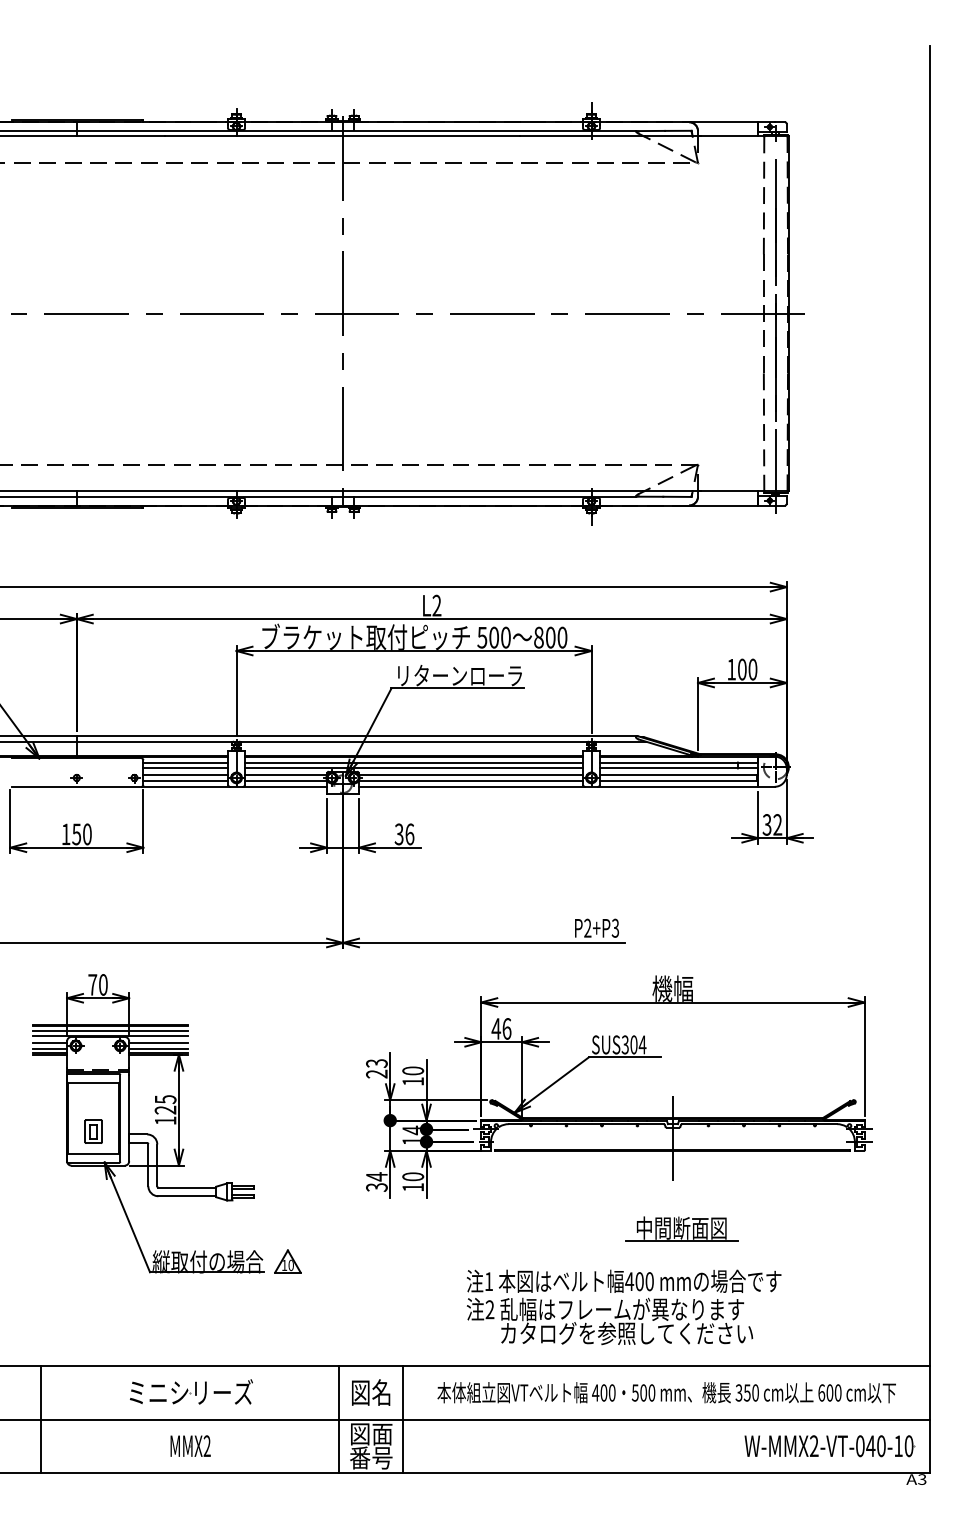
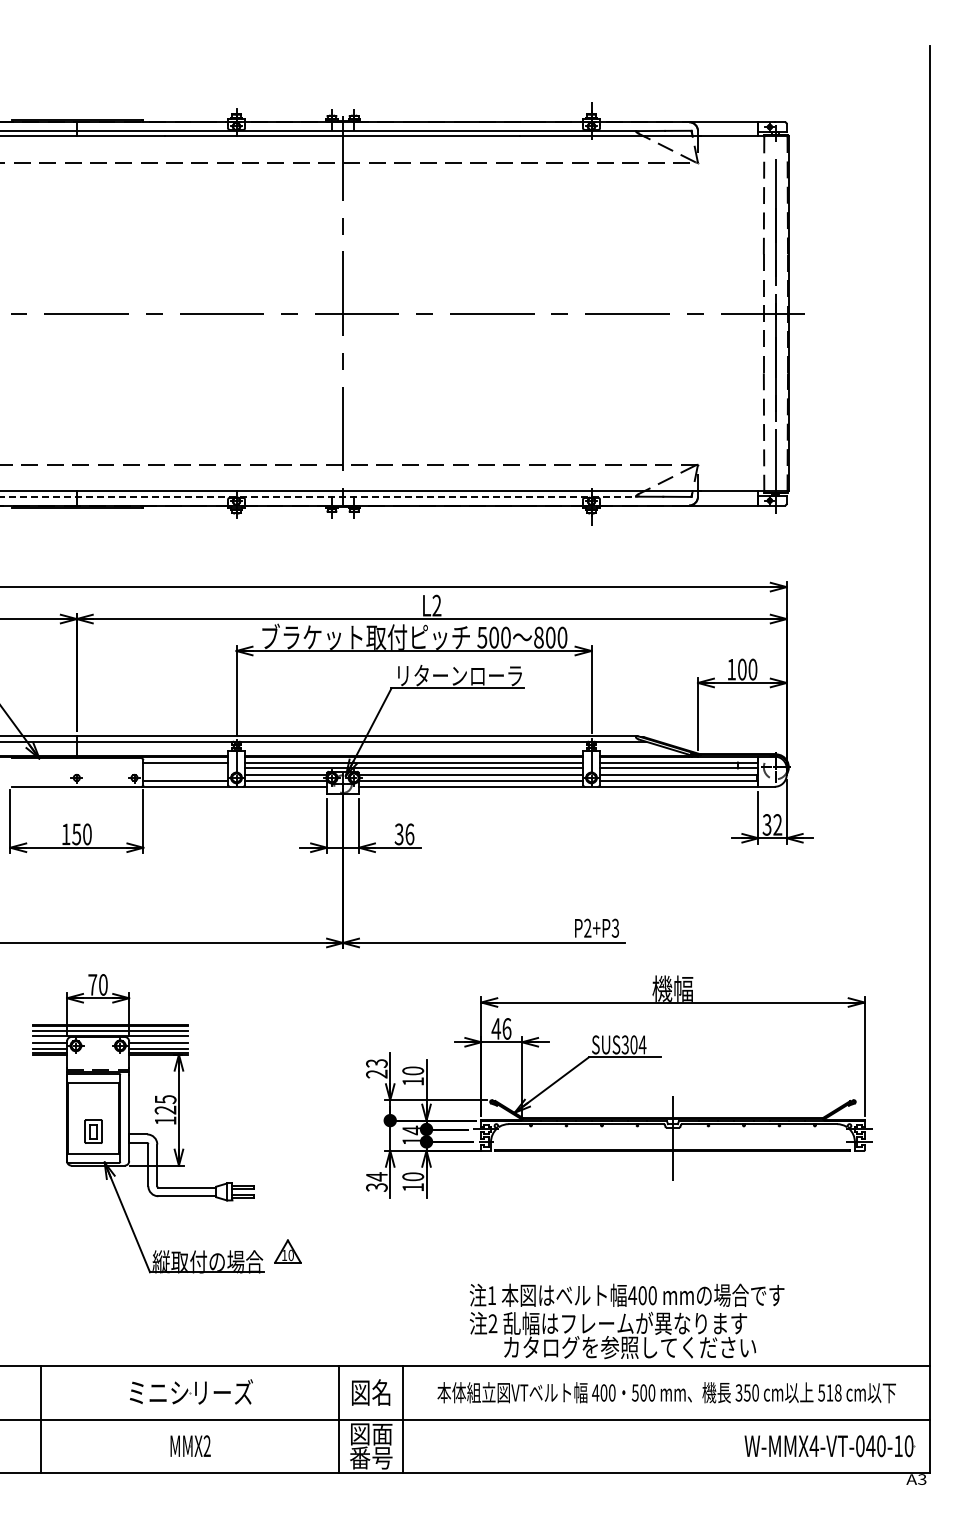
line at (318, 496): solid -> dashed
line at (185, 768): present -> none
line at (185, 775): present -> none
part at (681, 1228): present -> none
part at (287, 1261) position: (287, 1261) -> (287, 1251)
text at (624, 1307) position: (624, 1307) -> (627, 1321)
text at (829, 1392): 600 -> 518
text at (813, 1445): W-MMX2-VT-040-10 -> W-MMX4-VT-040-10
